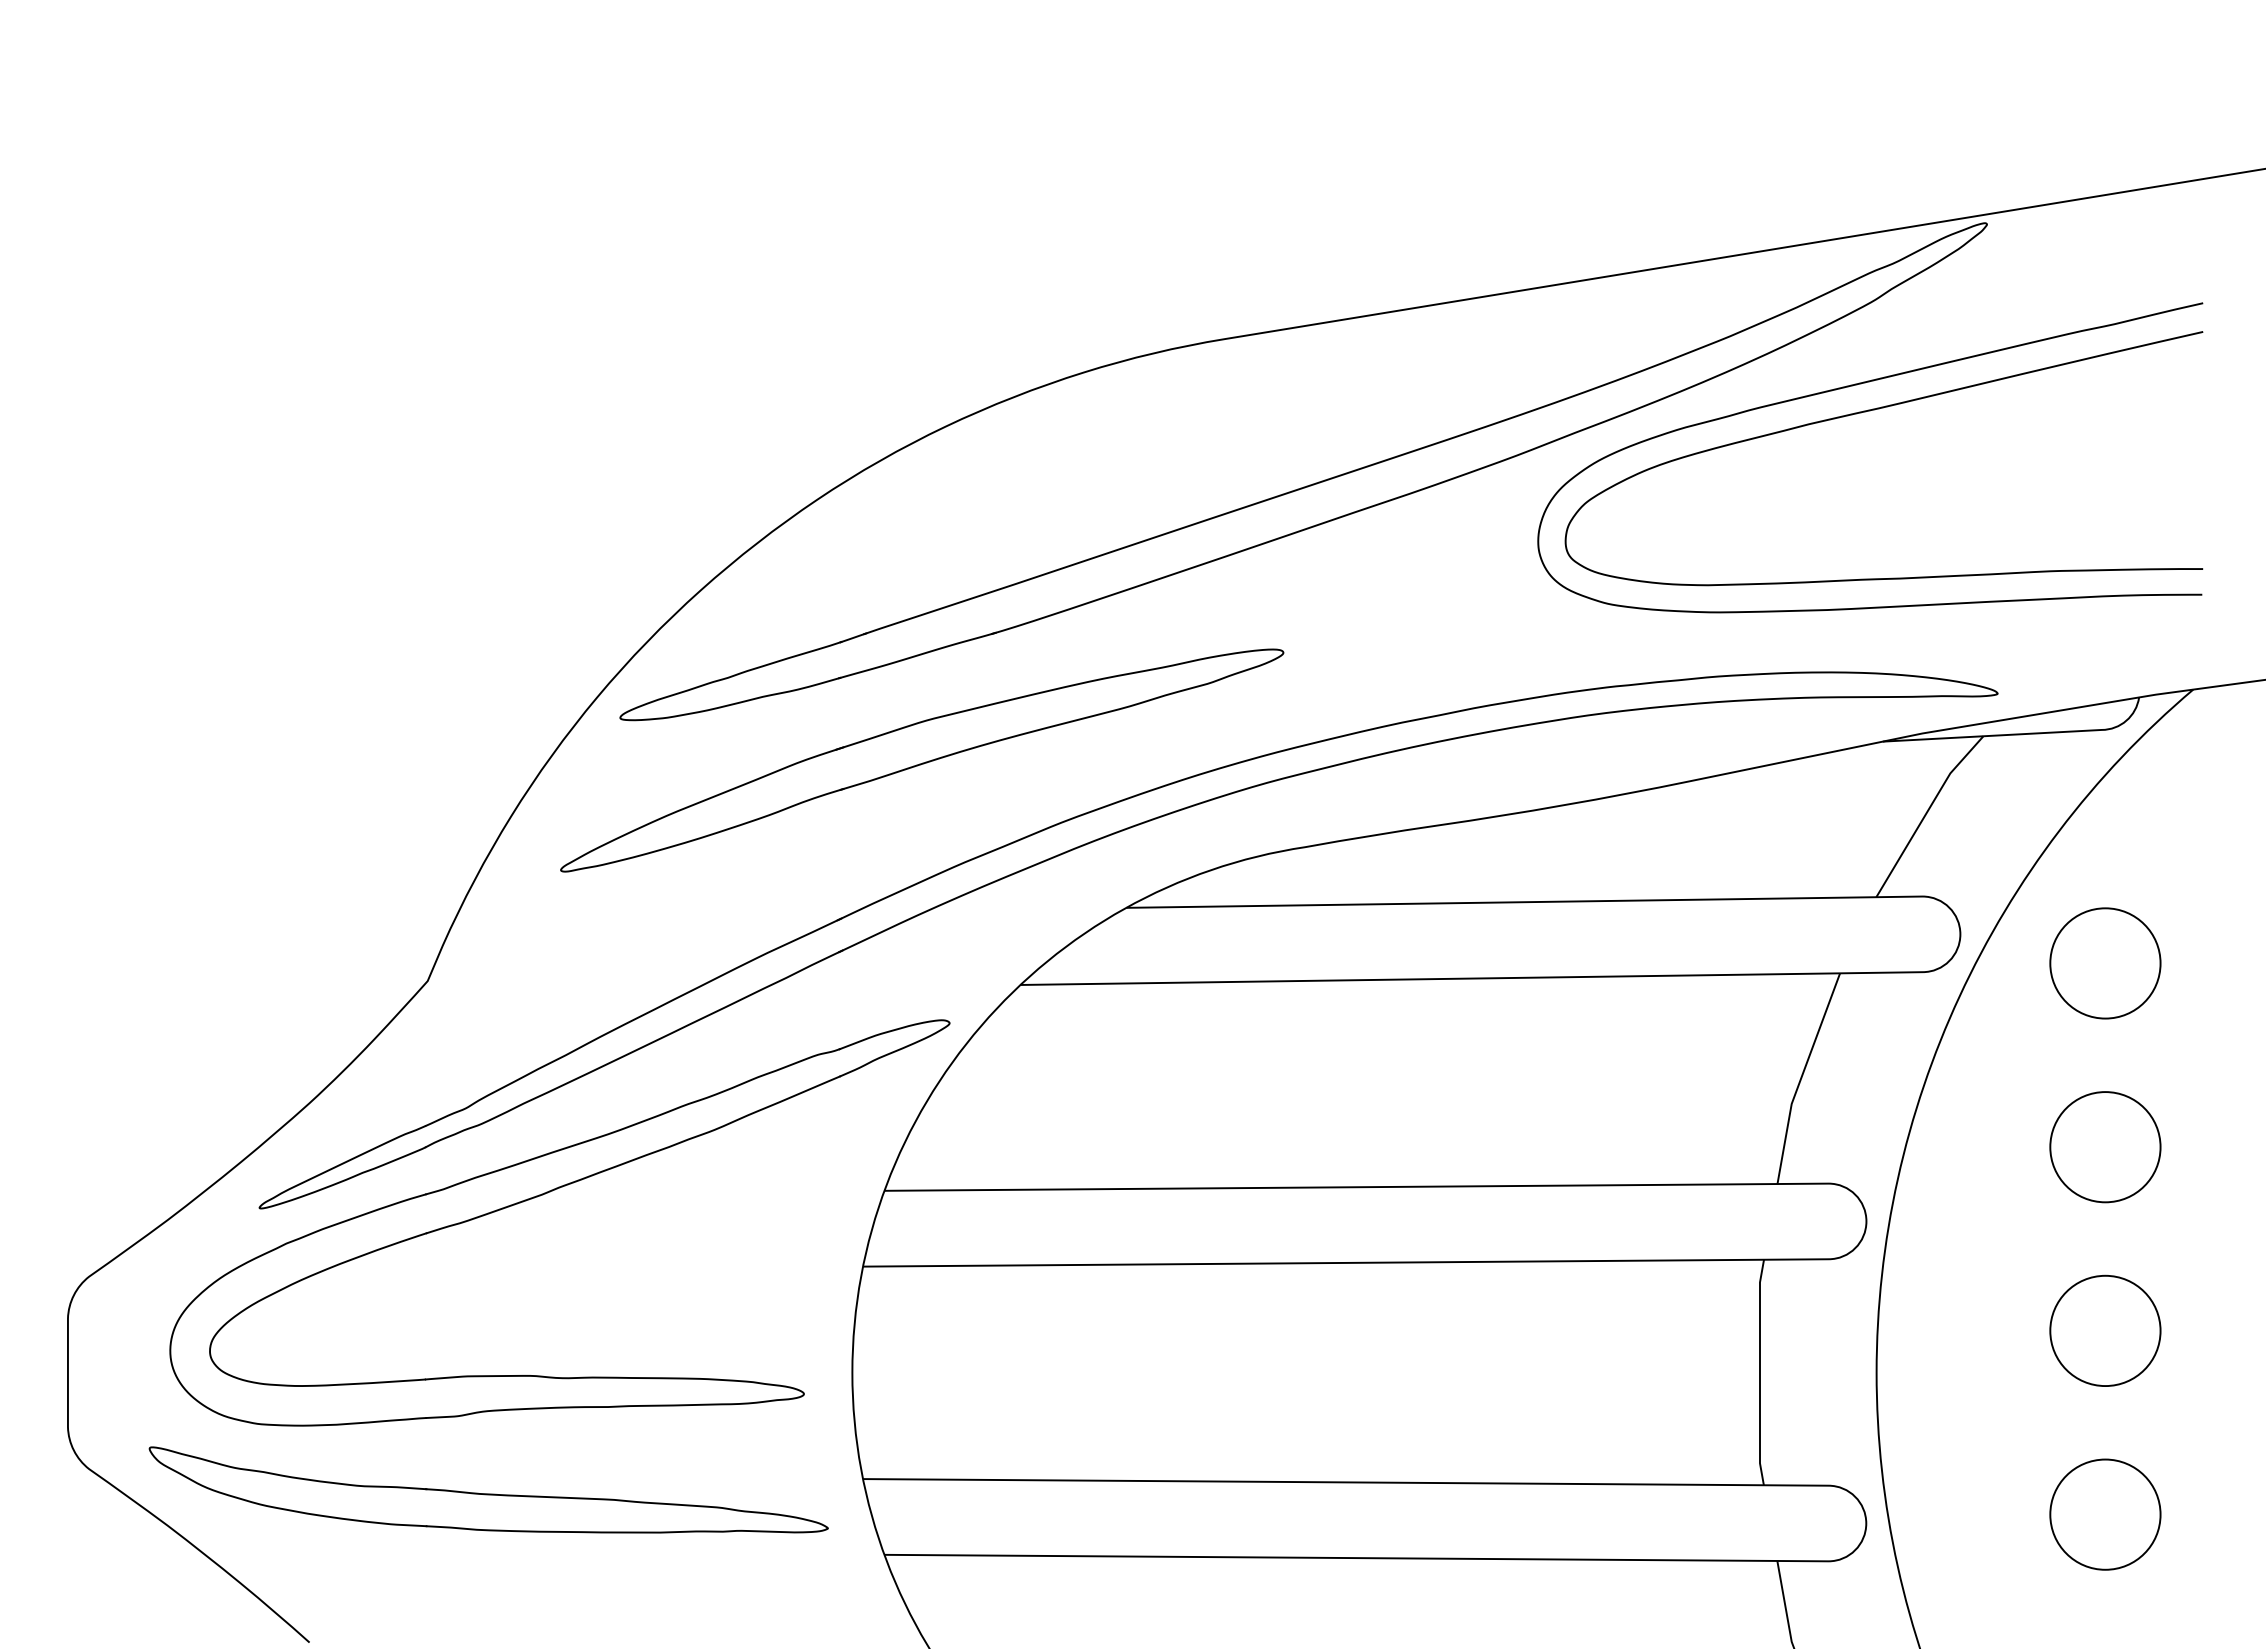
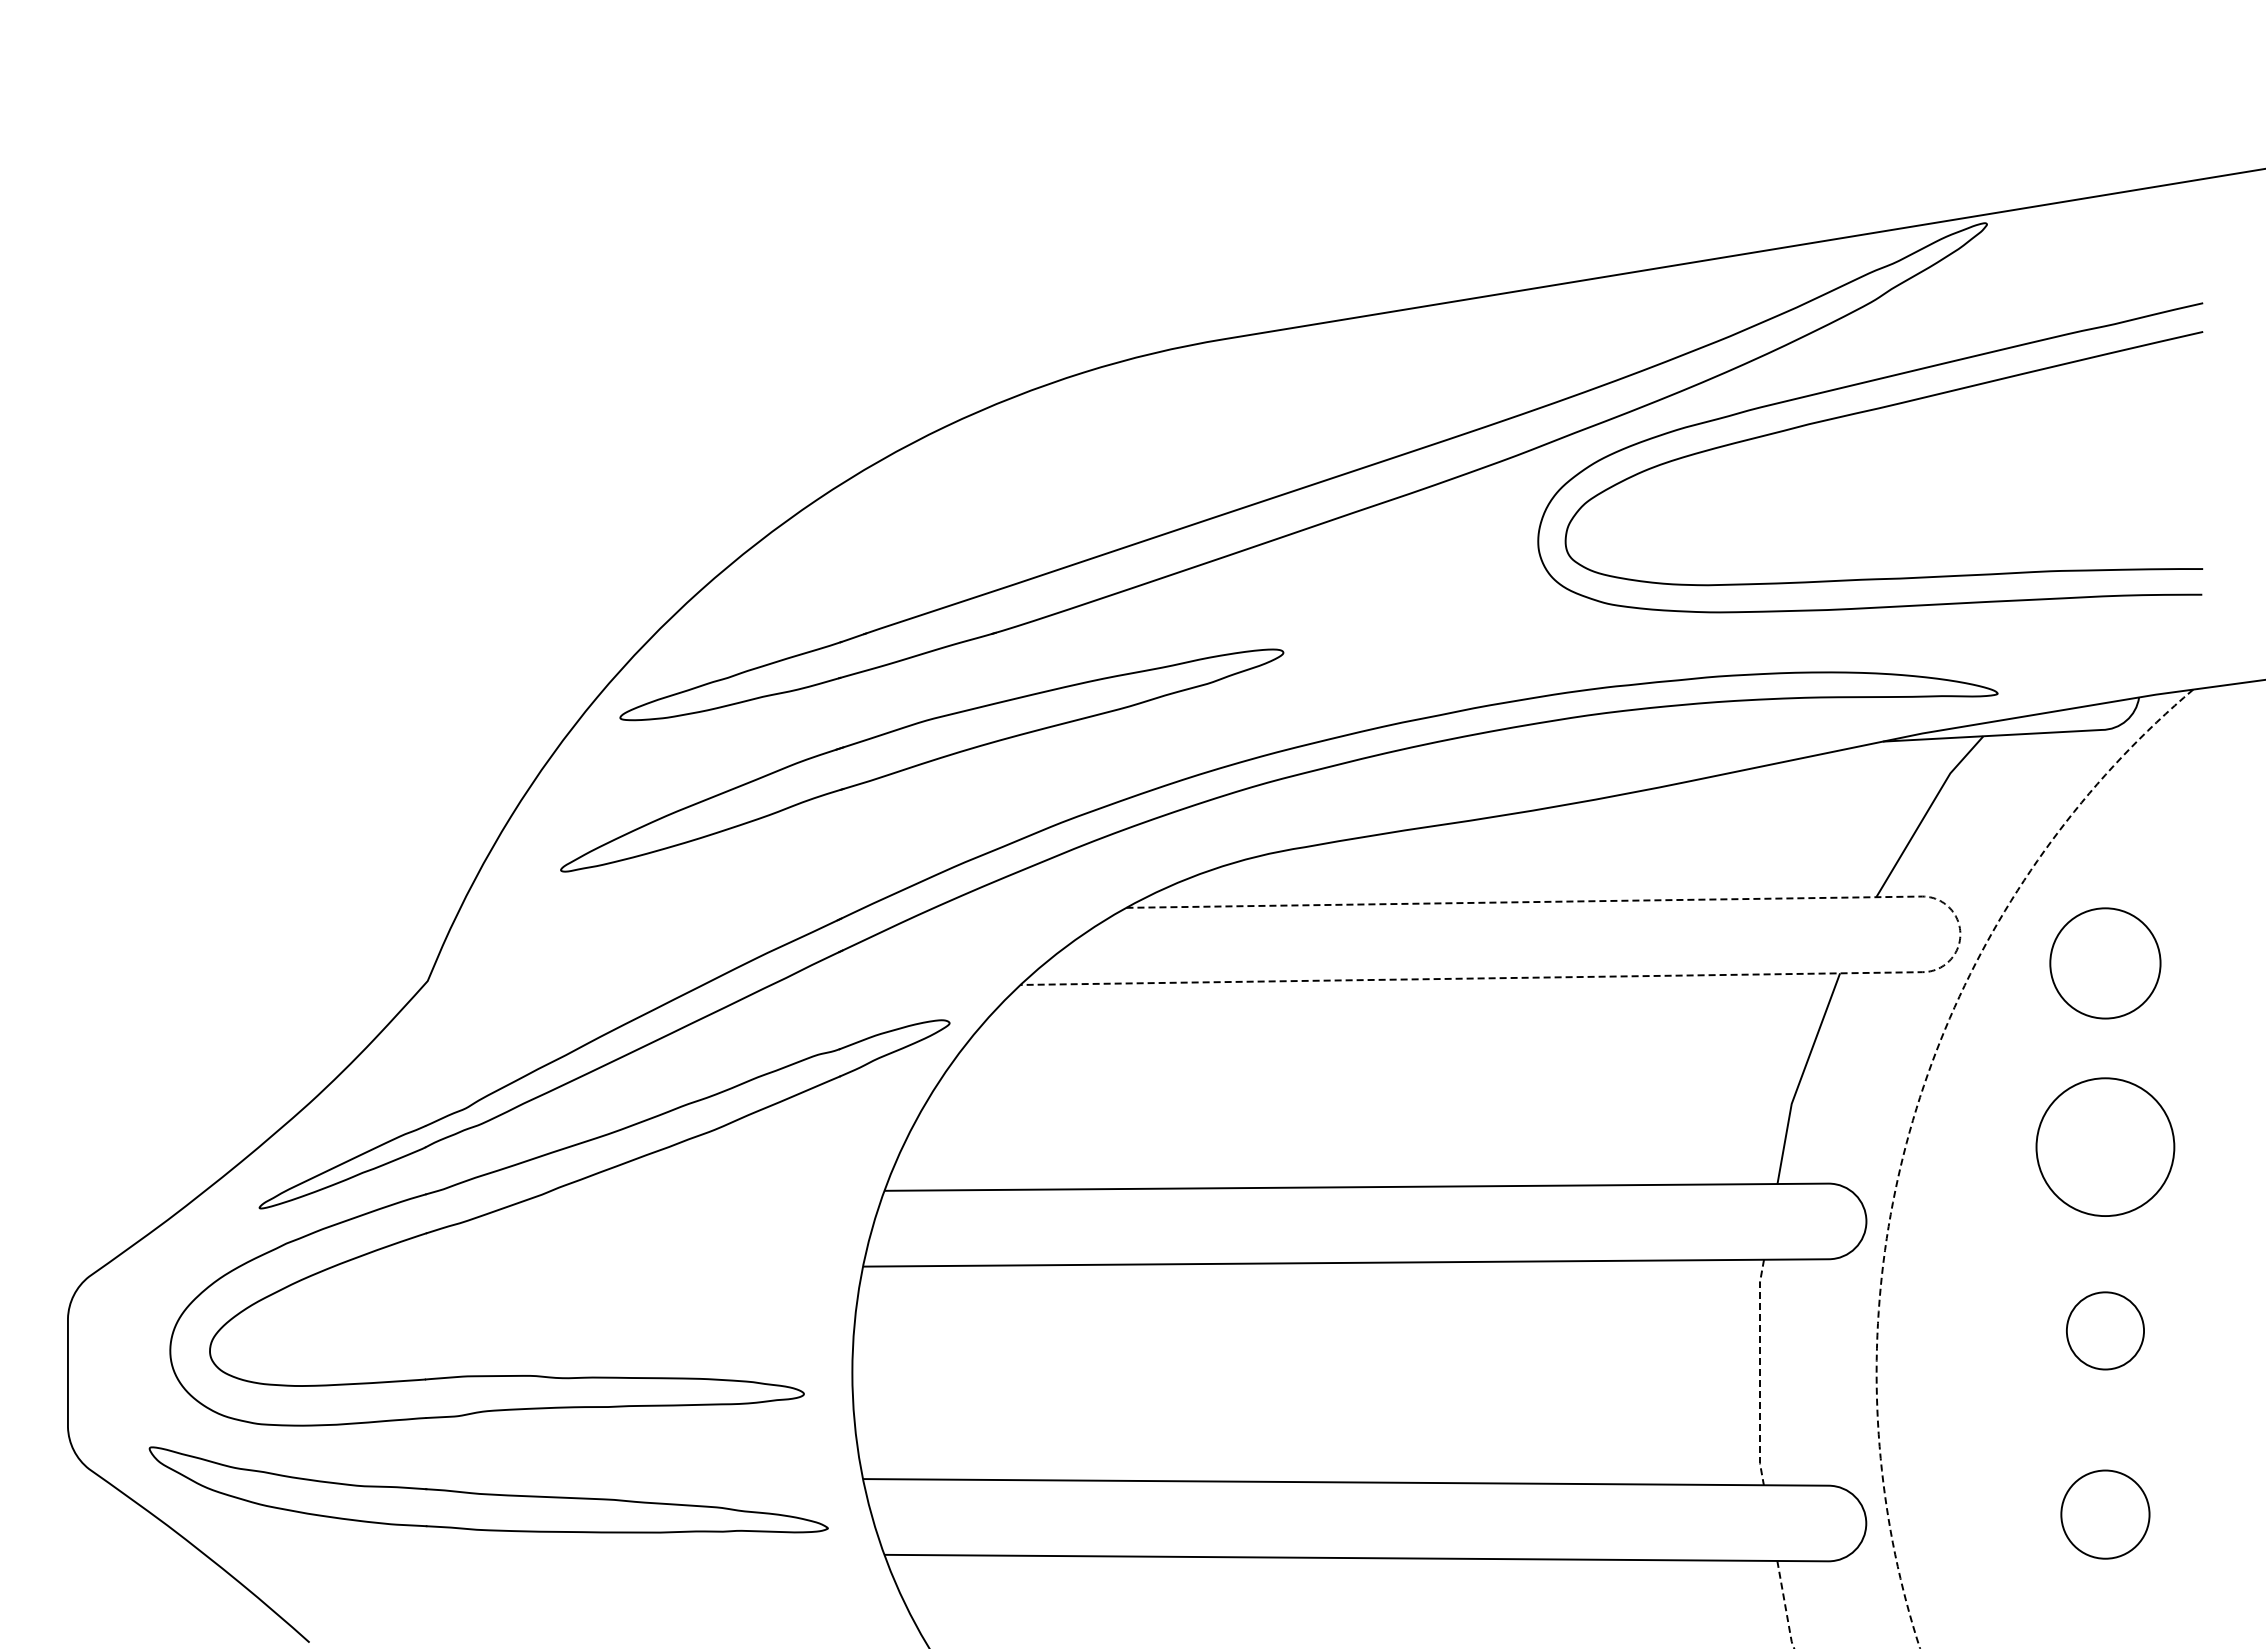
line at (1941, 967): solid -> dashed
line at (1910, 1127): solid -> dashed
circle at (2105, 1147) diameter: 110 px -> 138 px
circle at (2105, 1330) diameter: 110 px -> 77 px
line at (1759, 1372): solid -> dashed
circle at (2105, 1514) size: 113x113 px -> 91x91 px
line at (1785, 1605): solid -> dashed
